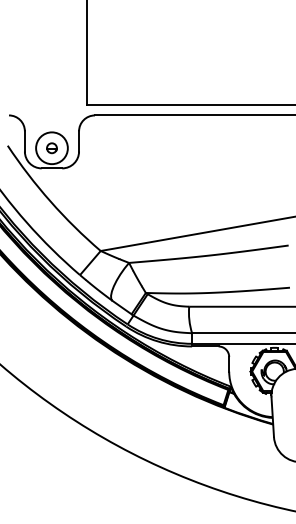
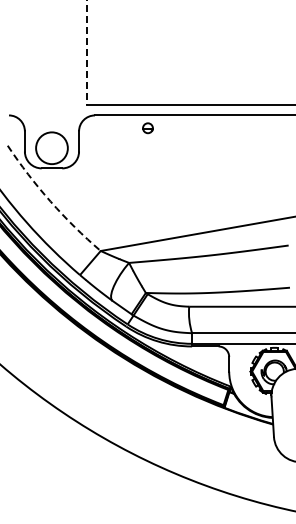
line at (86, 53): solid -> dashed
part at (51, 148) position: (51, 148) -> (147, 128)
arc at (50, 201): solid -> dashed
